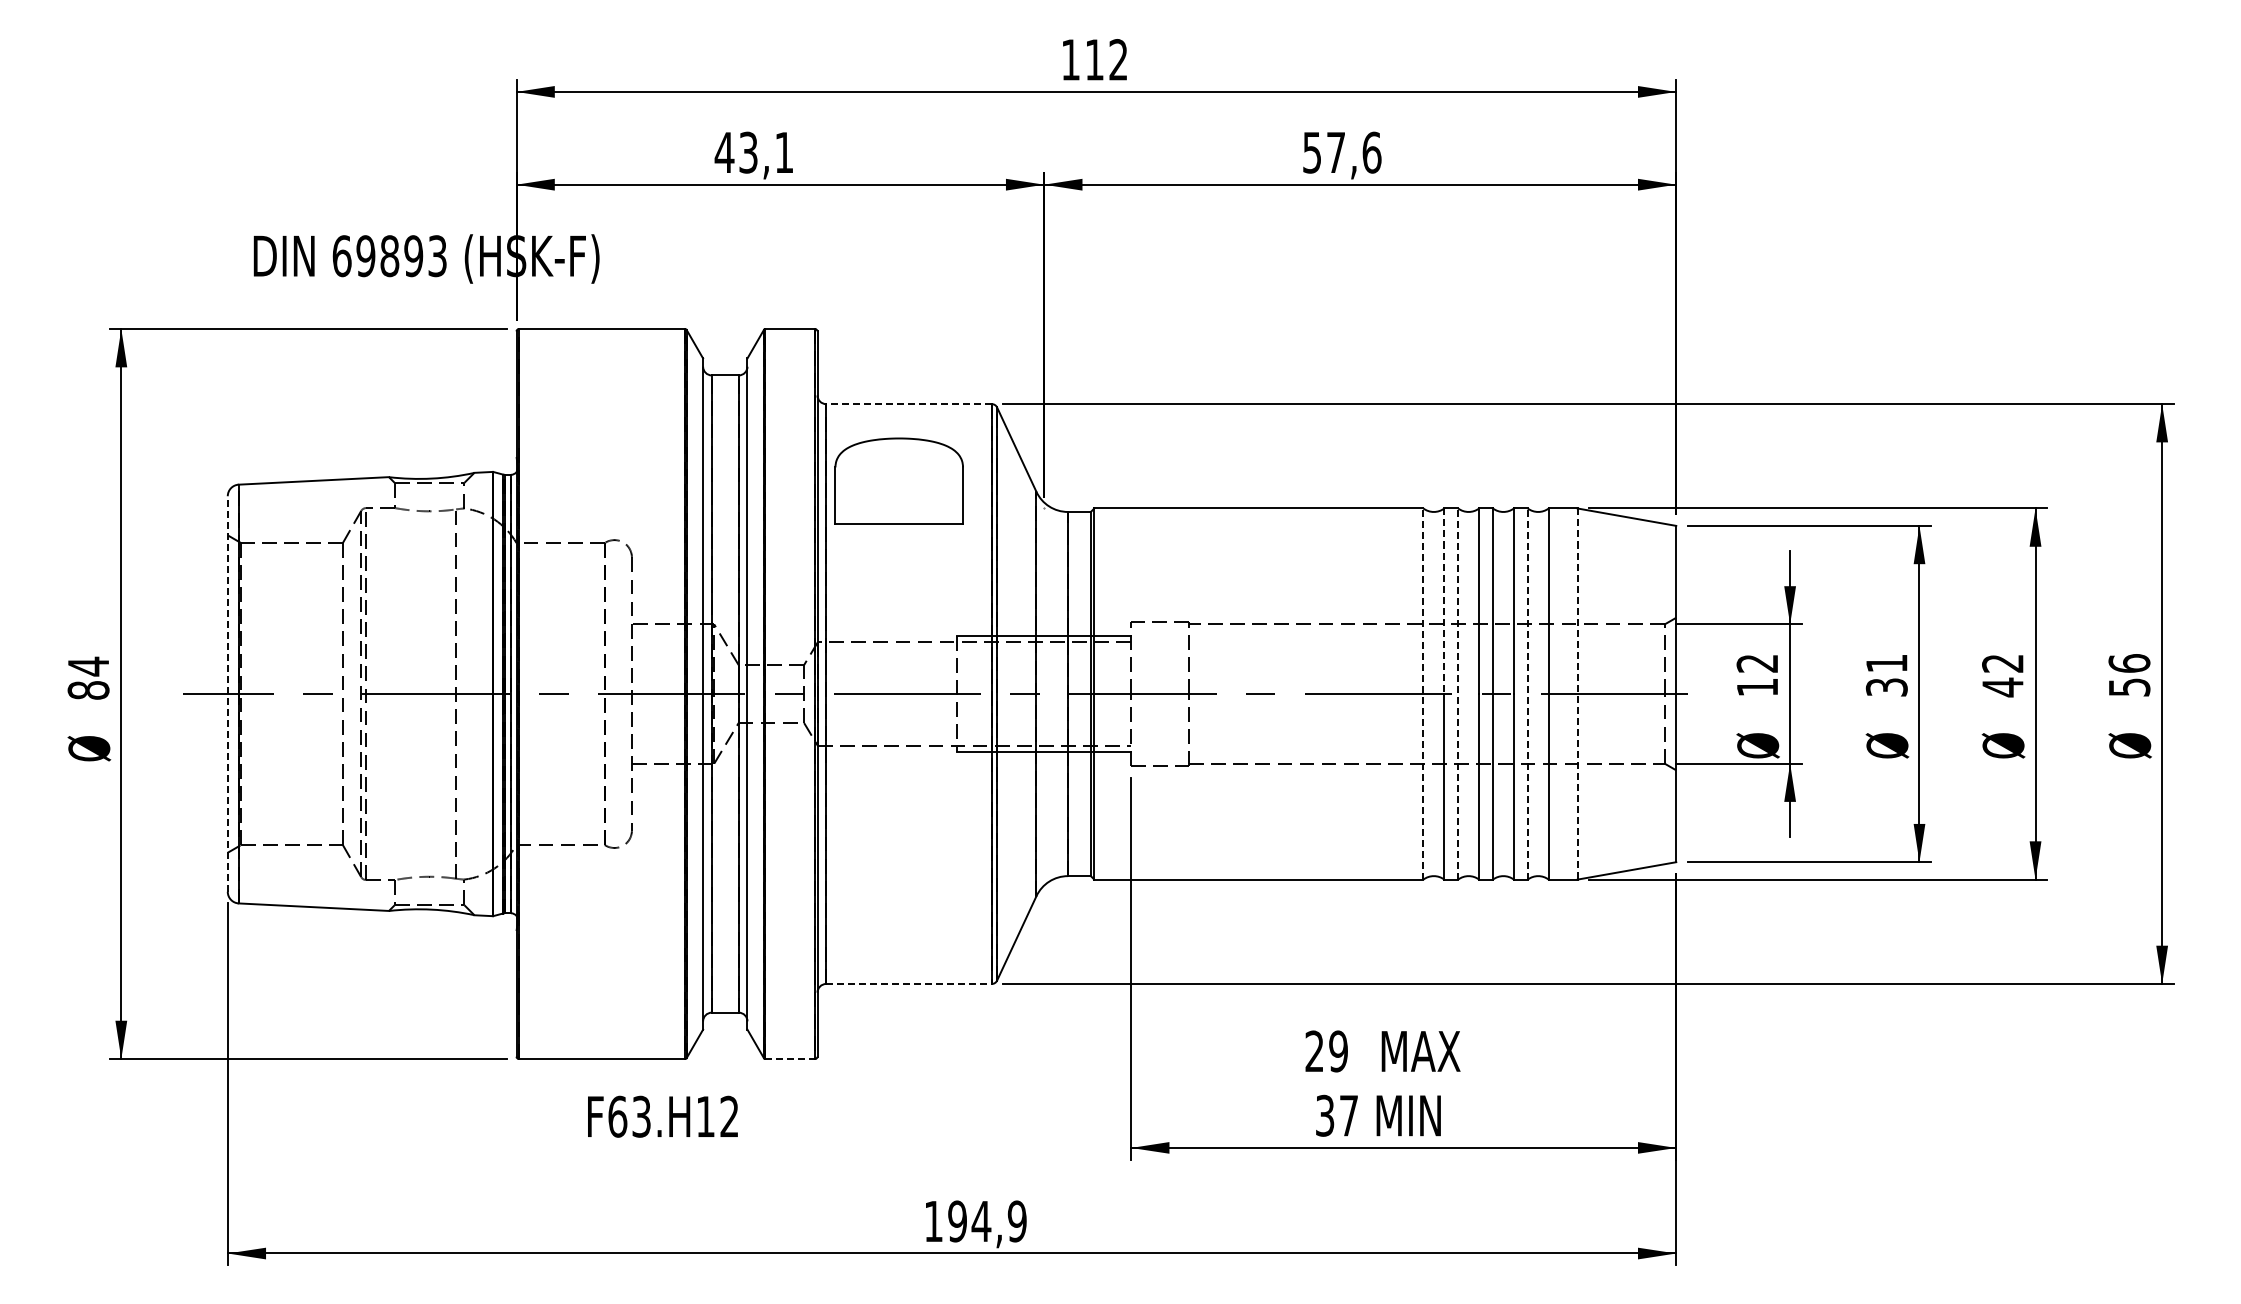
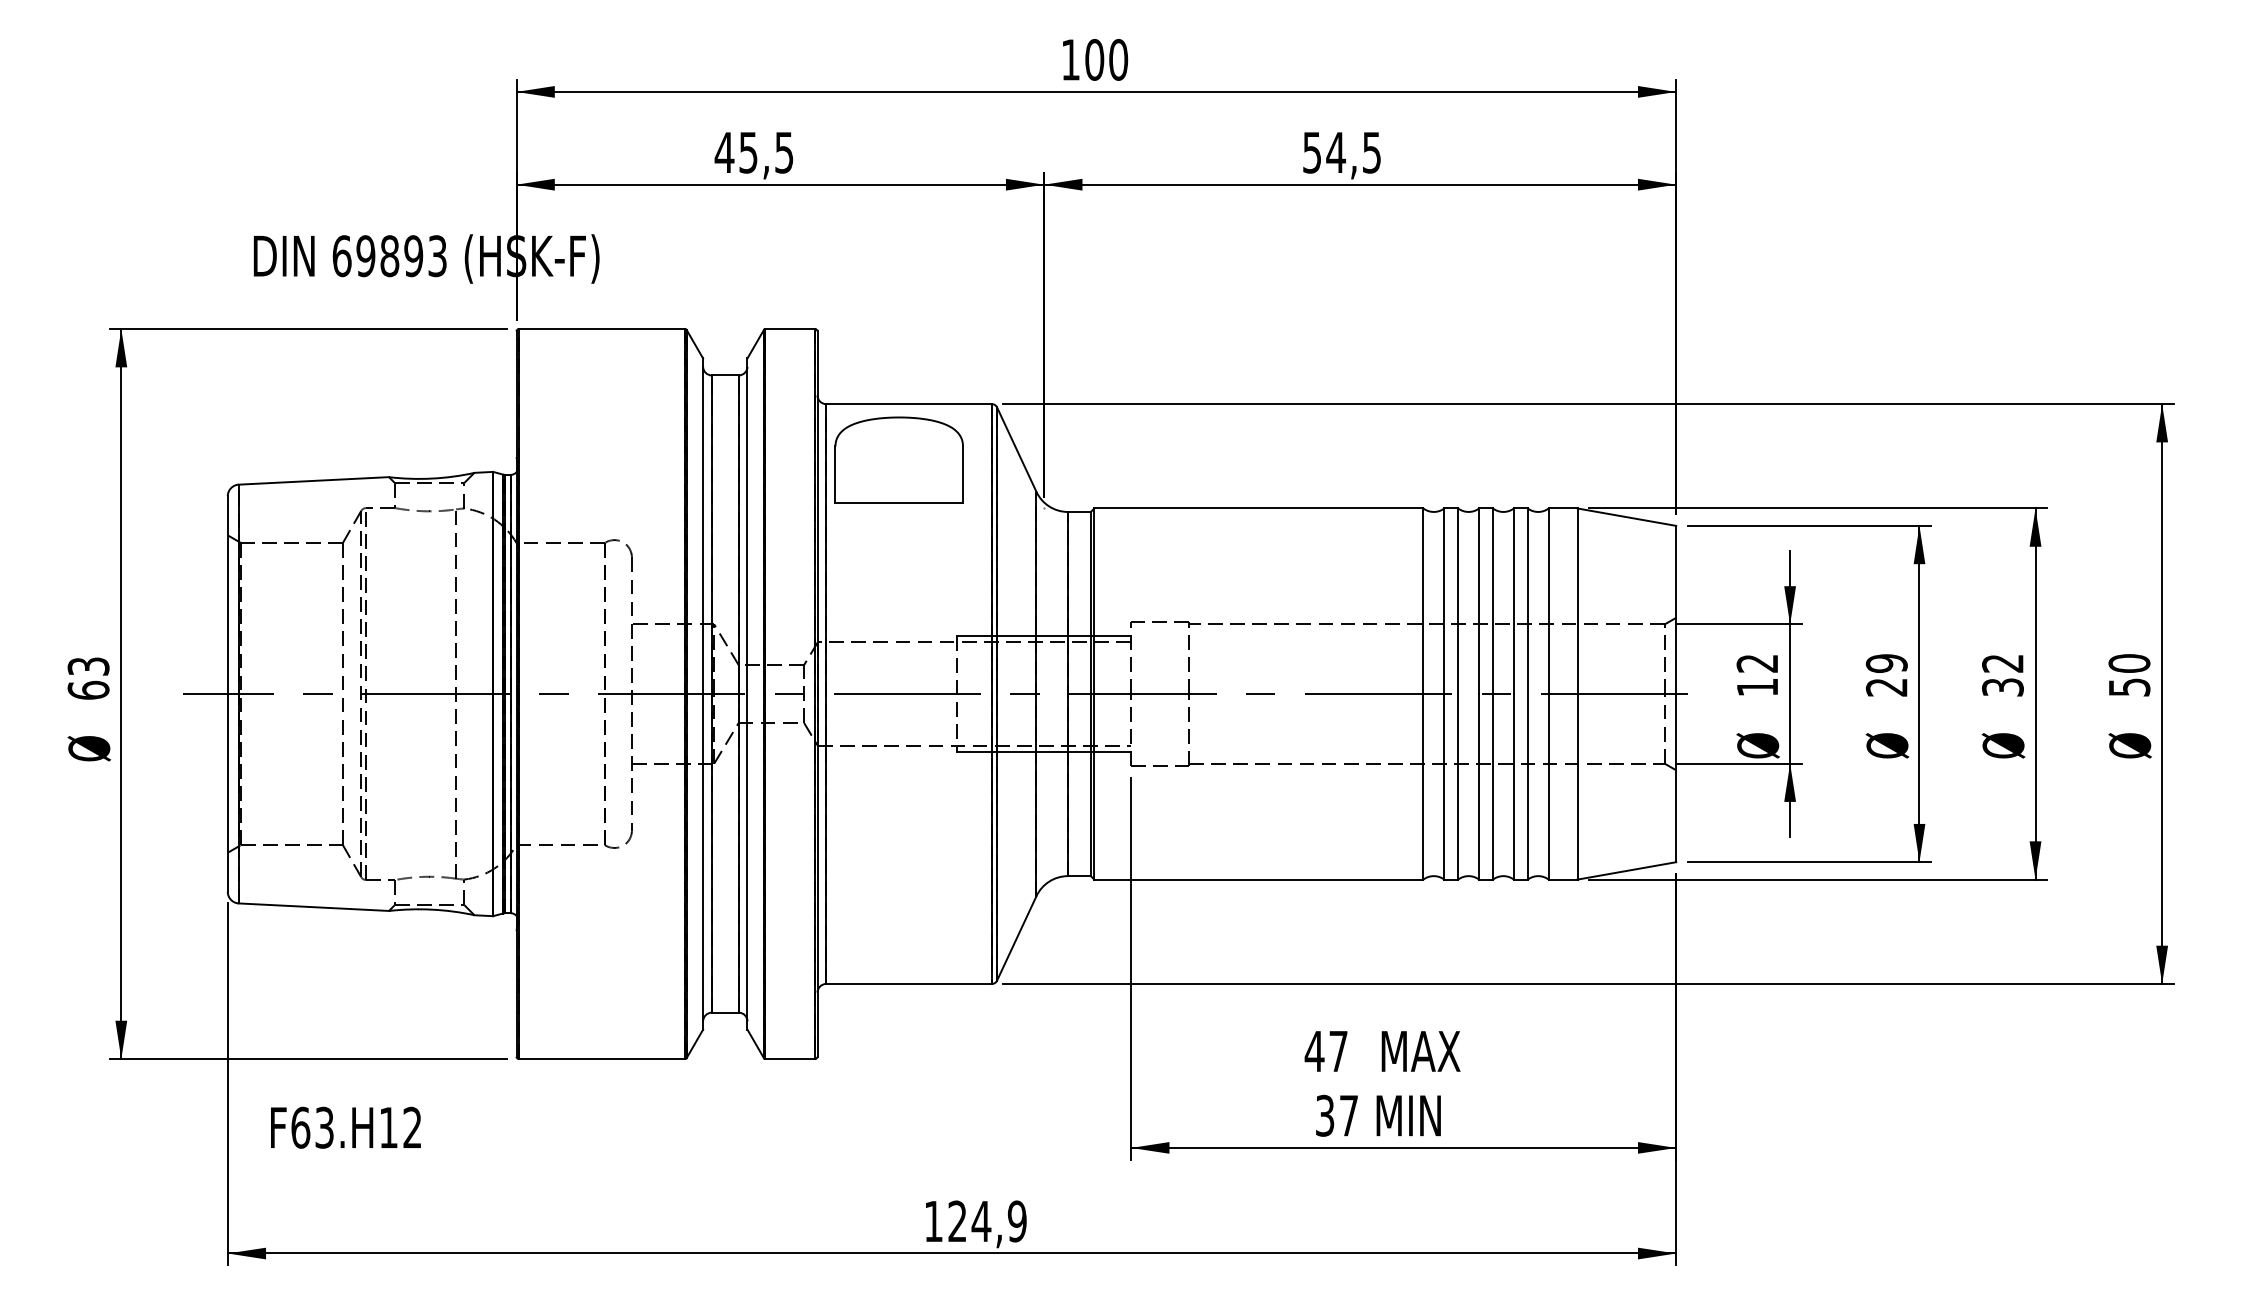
text at (1106, 59): 112 -> 100
text at (766, 152): 43,1 -> 45,5
text at (1353, 152): 57,6 -> 54,5
line at (909, 404): dashed -> solid
part at (898, 480) position: (898, 480) -> (898, 459)
line at (1444, 601): dashed -> solid
text at (2129, 663): 56 -> 50
text at (1886, 675): 31 -> 29
text at (88, 677): 84 -> 63
text at (2002, 687): 42 -> 32
line at (227, 694): dashed -> solid
line at (1423, 694): dashed -> solid
line at (1458, 694): dashed -> solid
line at (1527, 694): dashed -> solid
line at (1577, 694): dashed -> solid
line at (909, 983): dashed -> solid
text at (1325, 1051): 29 -> 47
line at (790, 1059): dashed -> solid
text at (662, 1116) position: (662, 1116) -> (345, 1127)
text at (957, 1221): 194,9 -> 124,9
